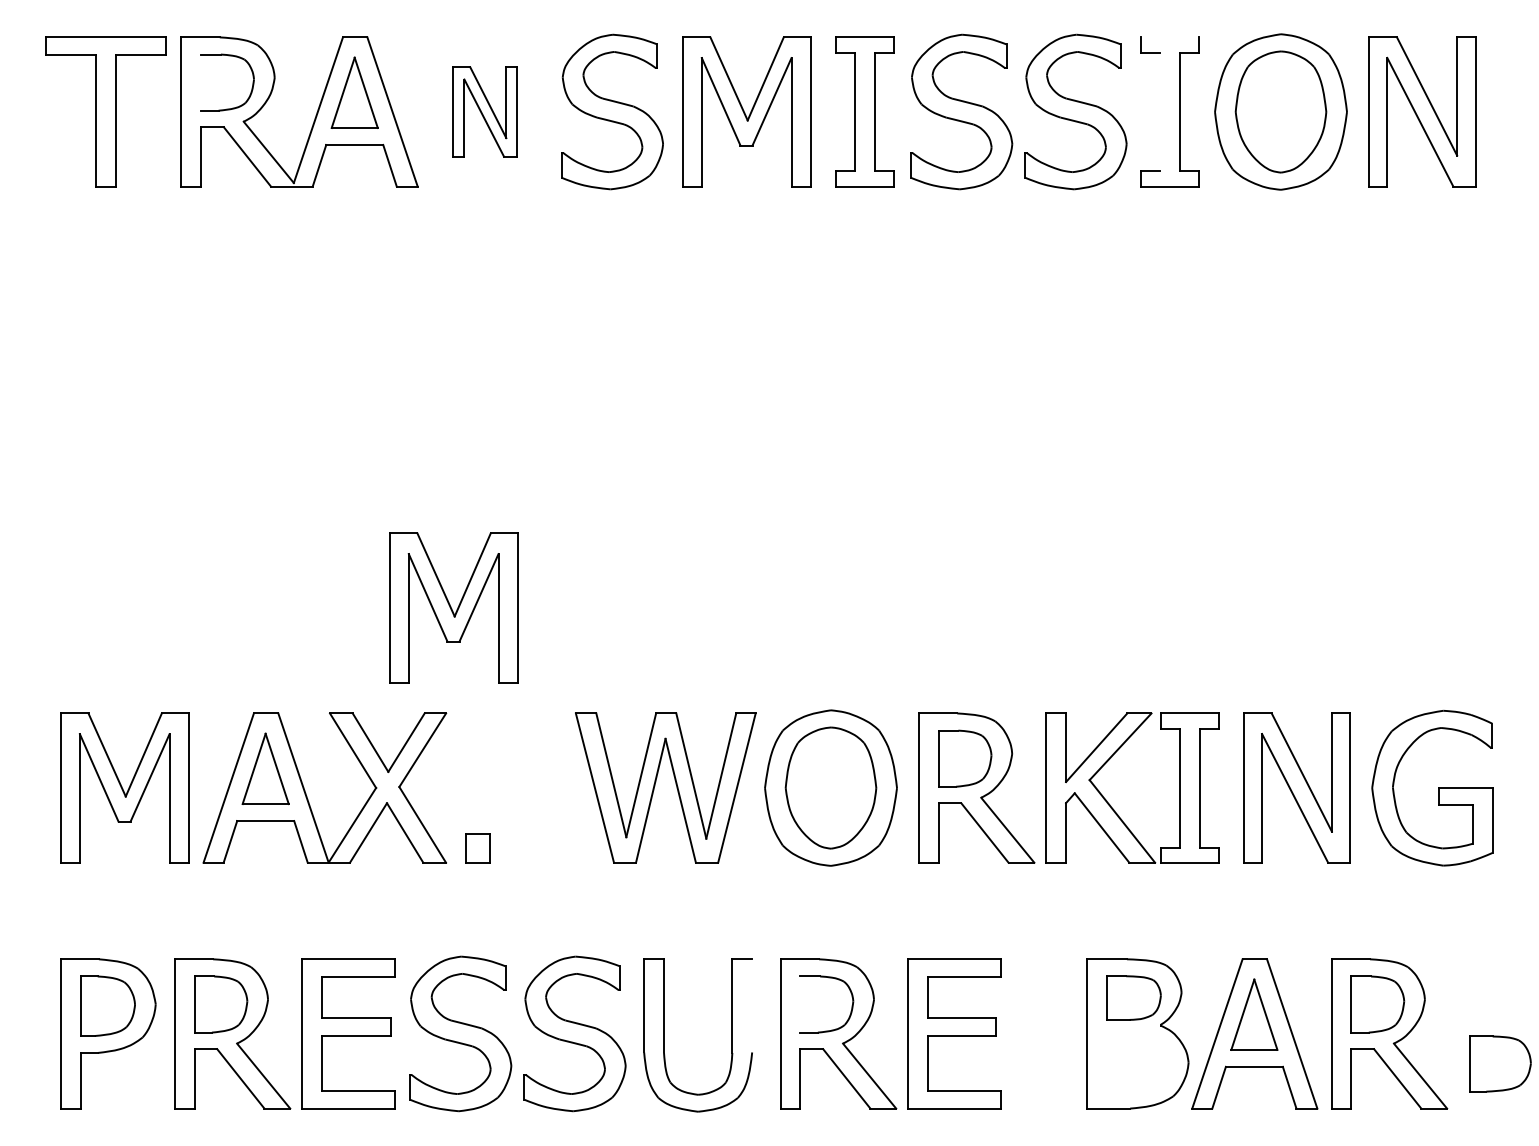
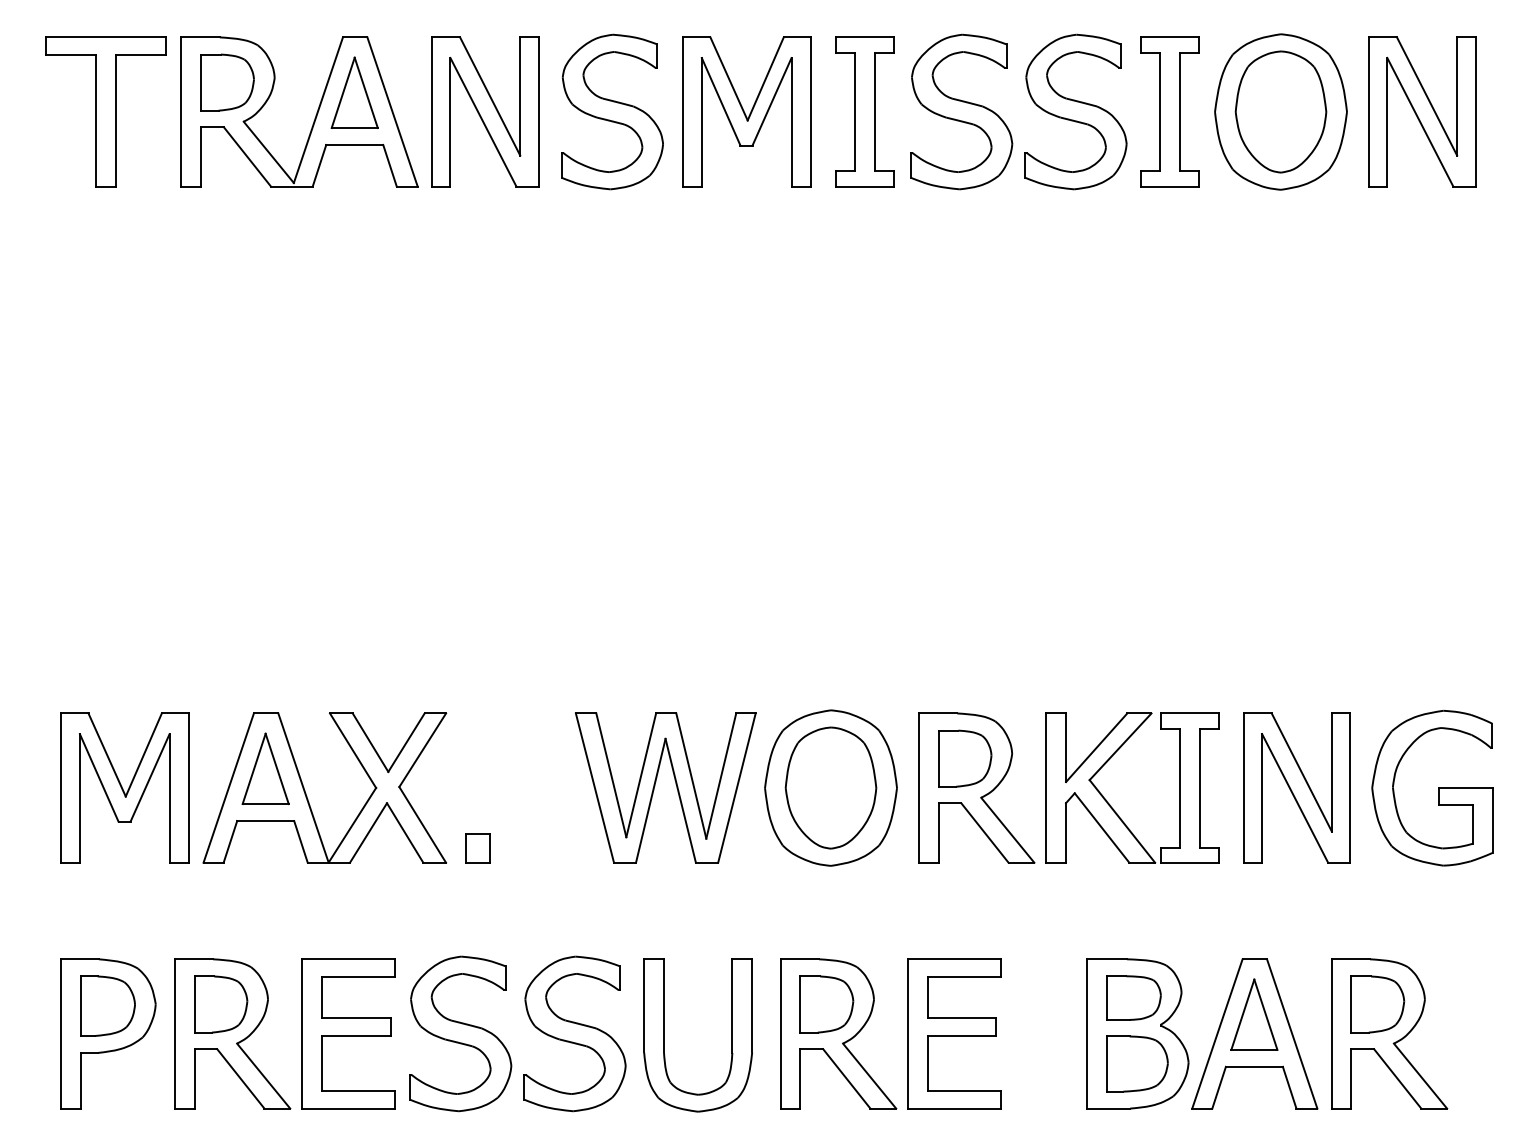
line at (1169, 37): none -> present
line at (201, 82): none -> present
part at (484, 111) size: 66x92 px -> 109x152 px
line at (1160, 111): none -> present
part at (453, 607): present -> none
line at (800, 1004): none -> present
line at (752, 1005): none -> present
part at (1500, 1063) position: (1500, 1063) -> (1137, 1063)
